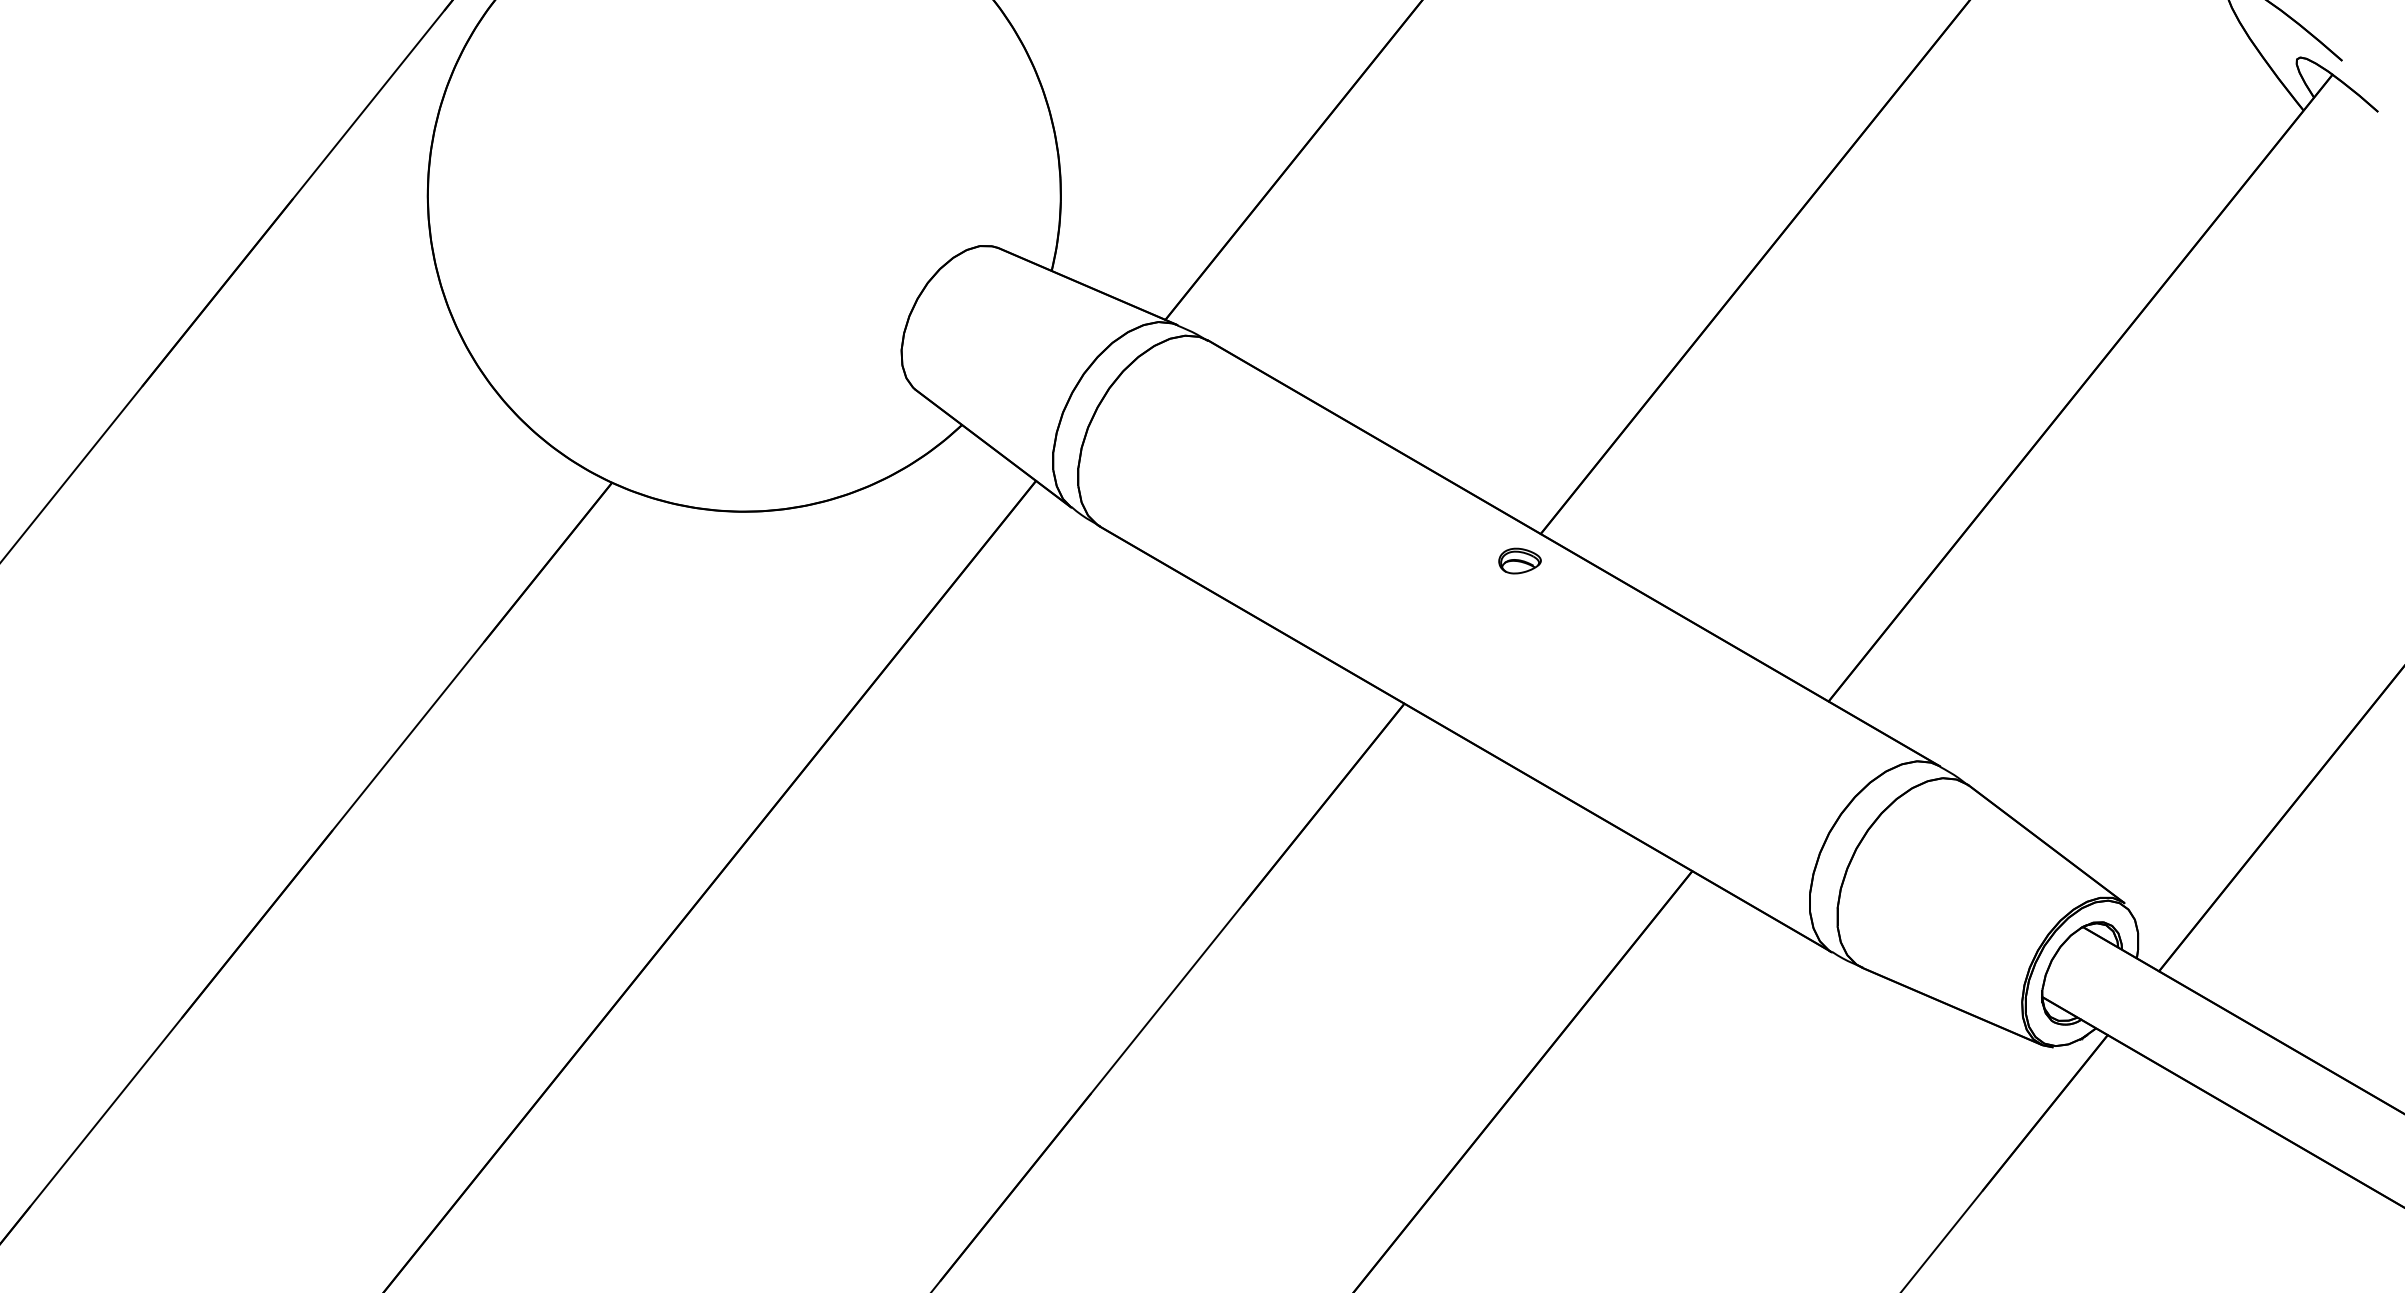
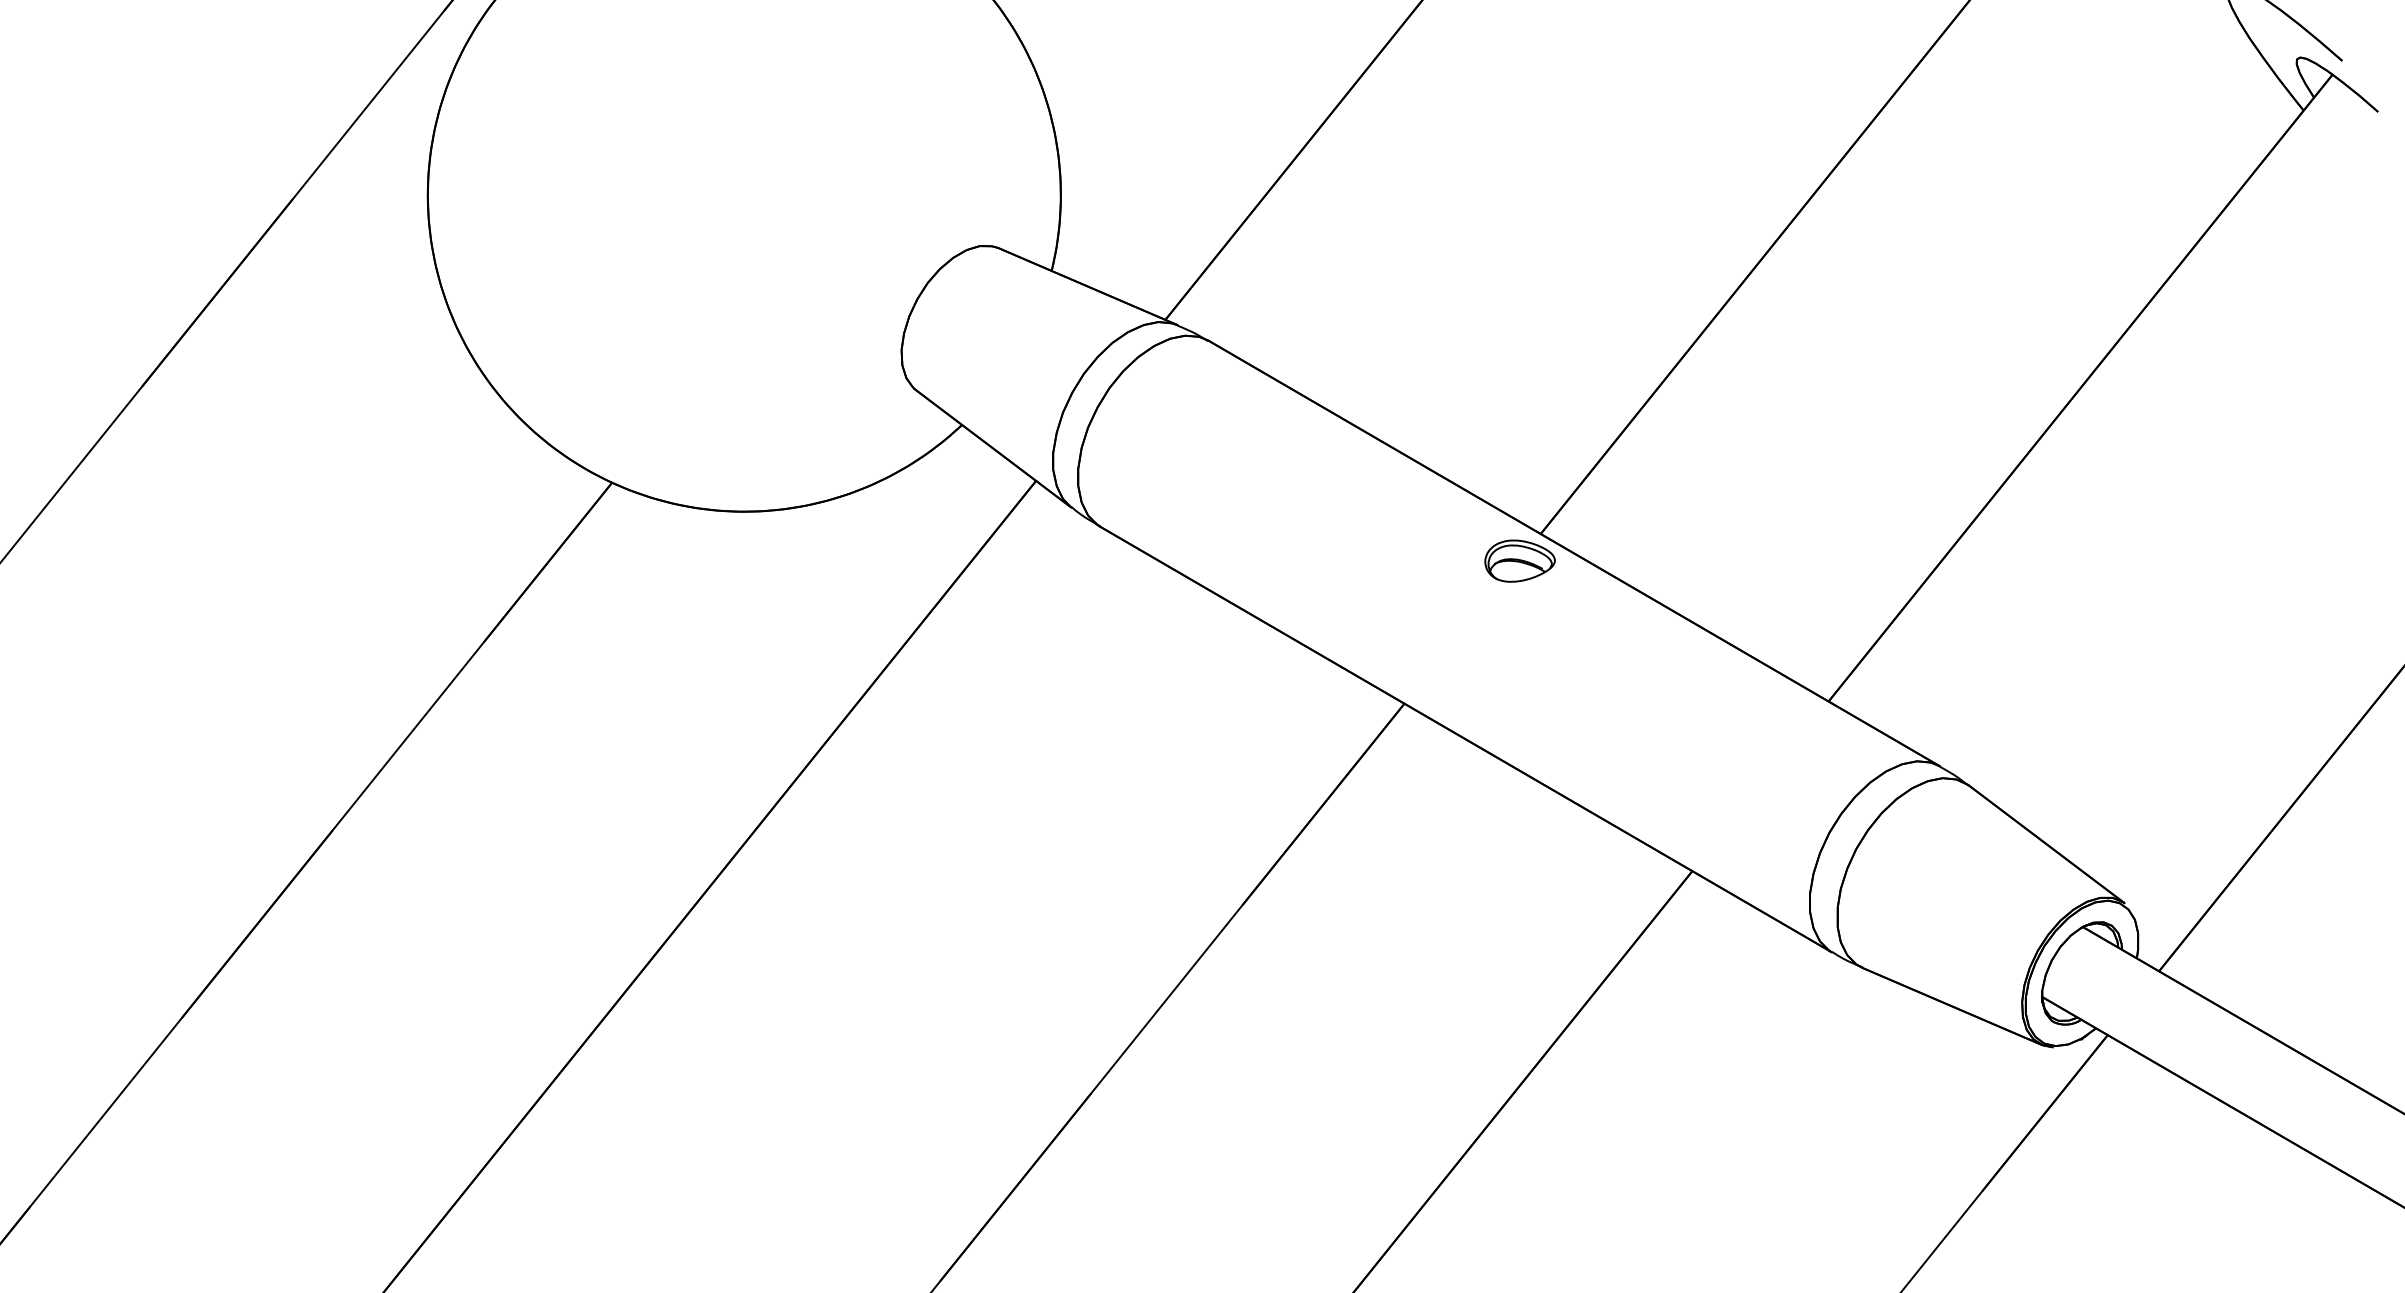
part at (1519, 560) size: 44x28 px -> 72x44 px
